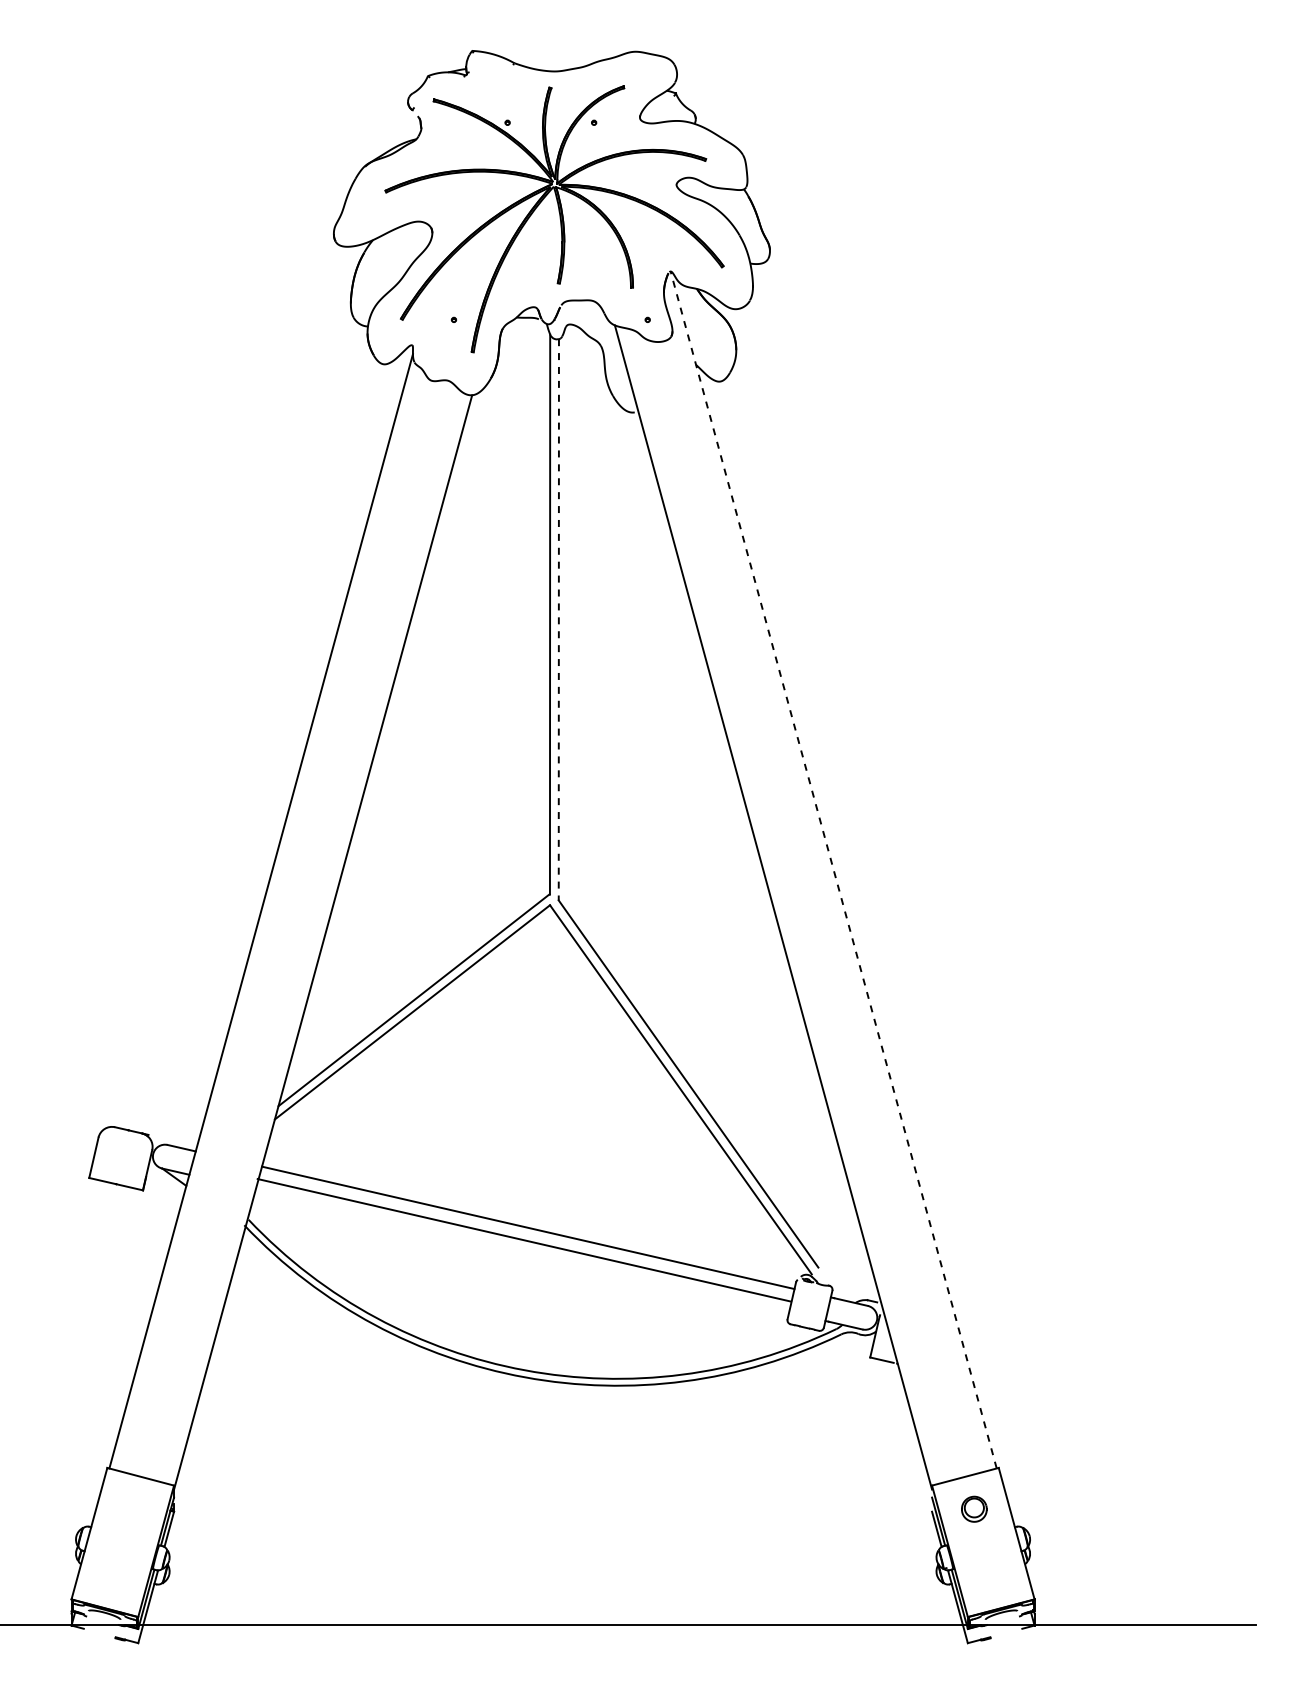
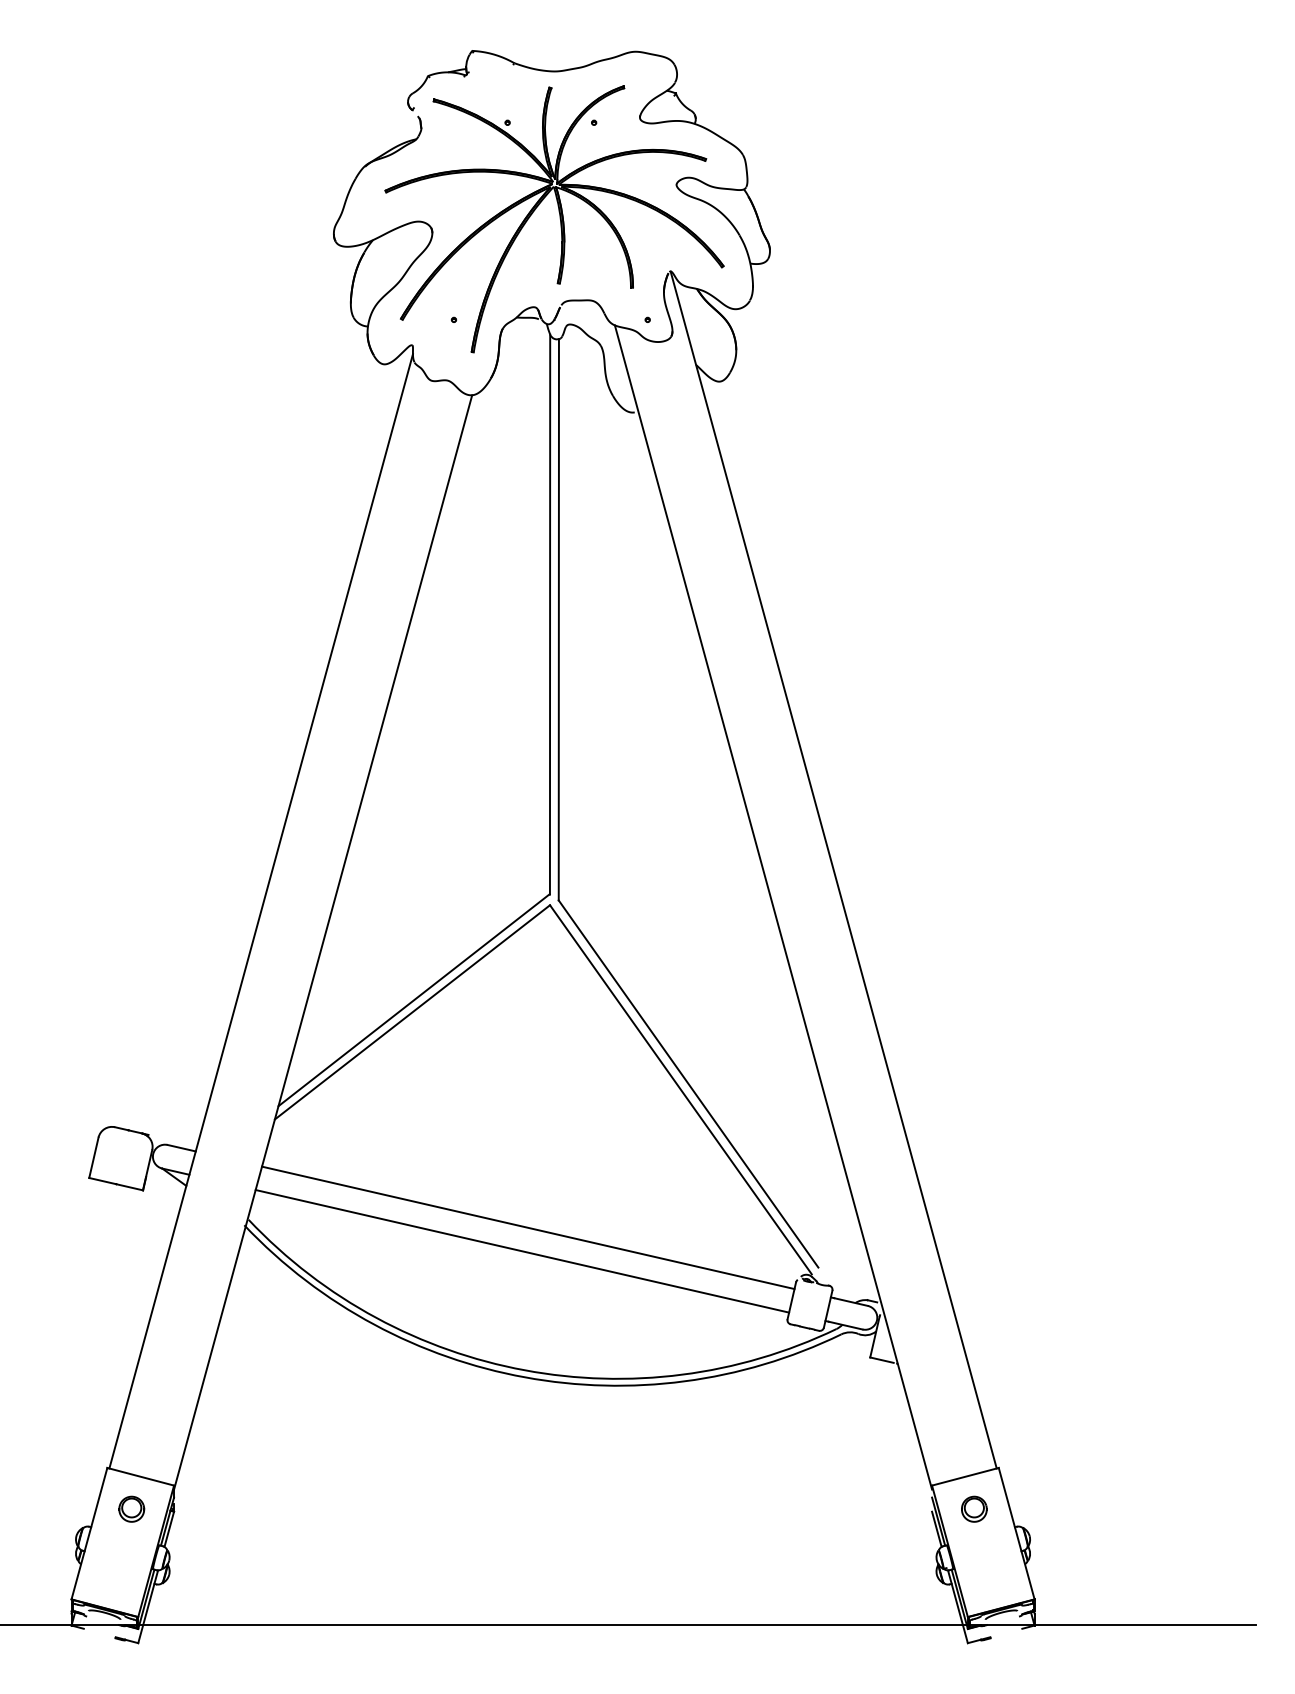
line at (558, 619): dashed -> solid
line at (833, 869): dashed -> solid
line at (524, 1240) position: (524, 1240) -> (522, 1251)
part at (131, 1508): none -> present
